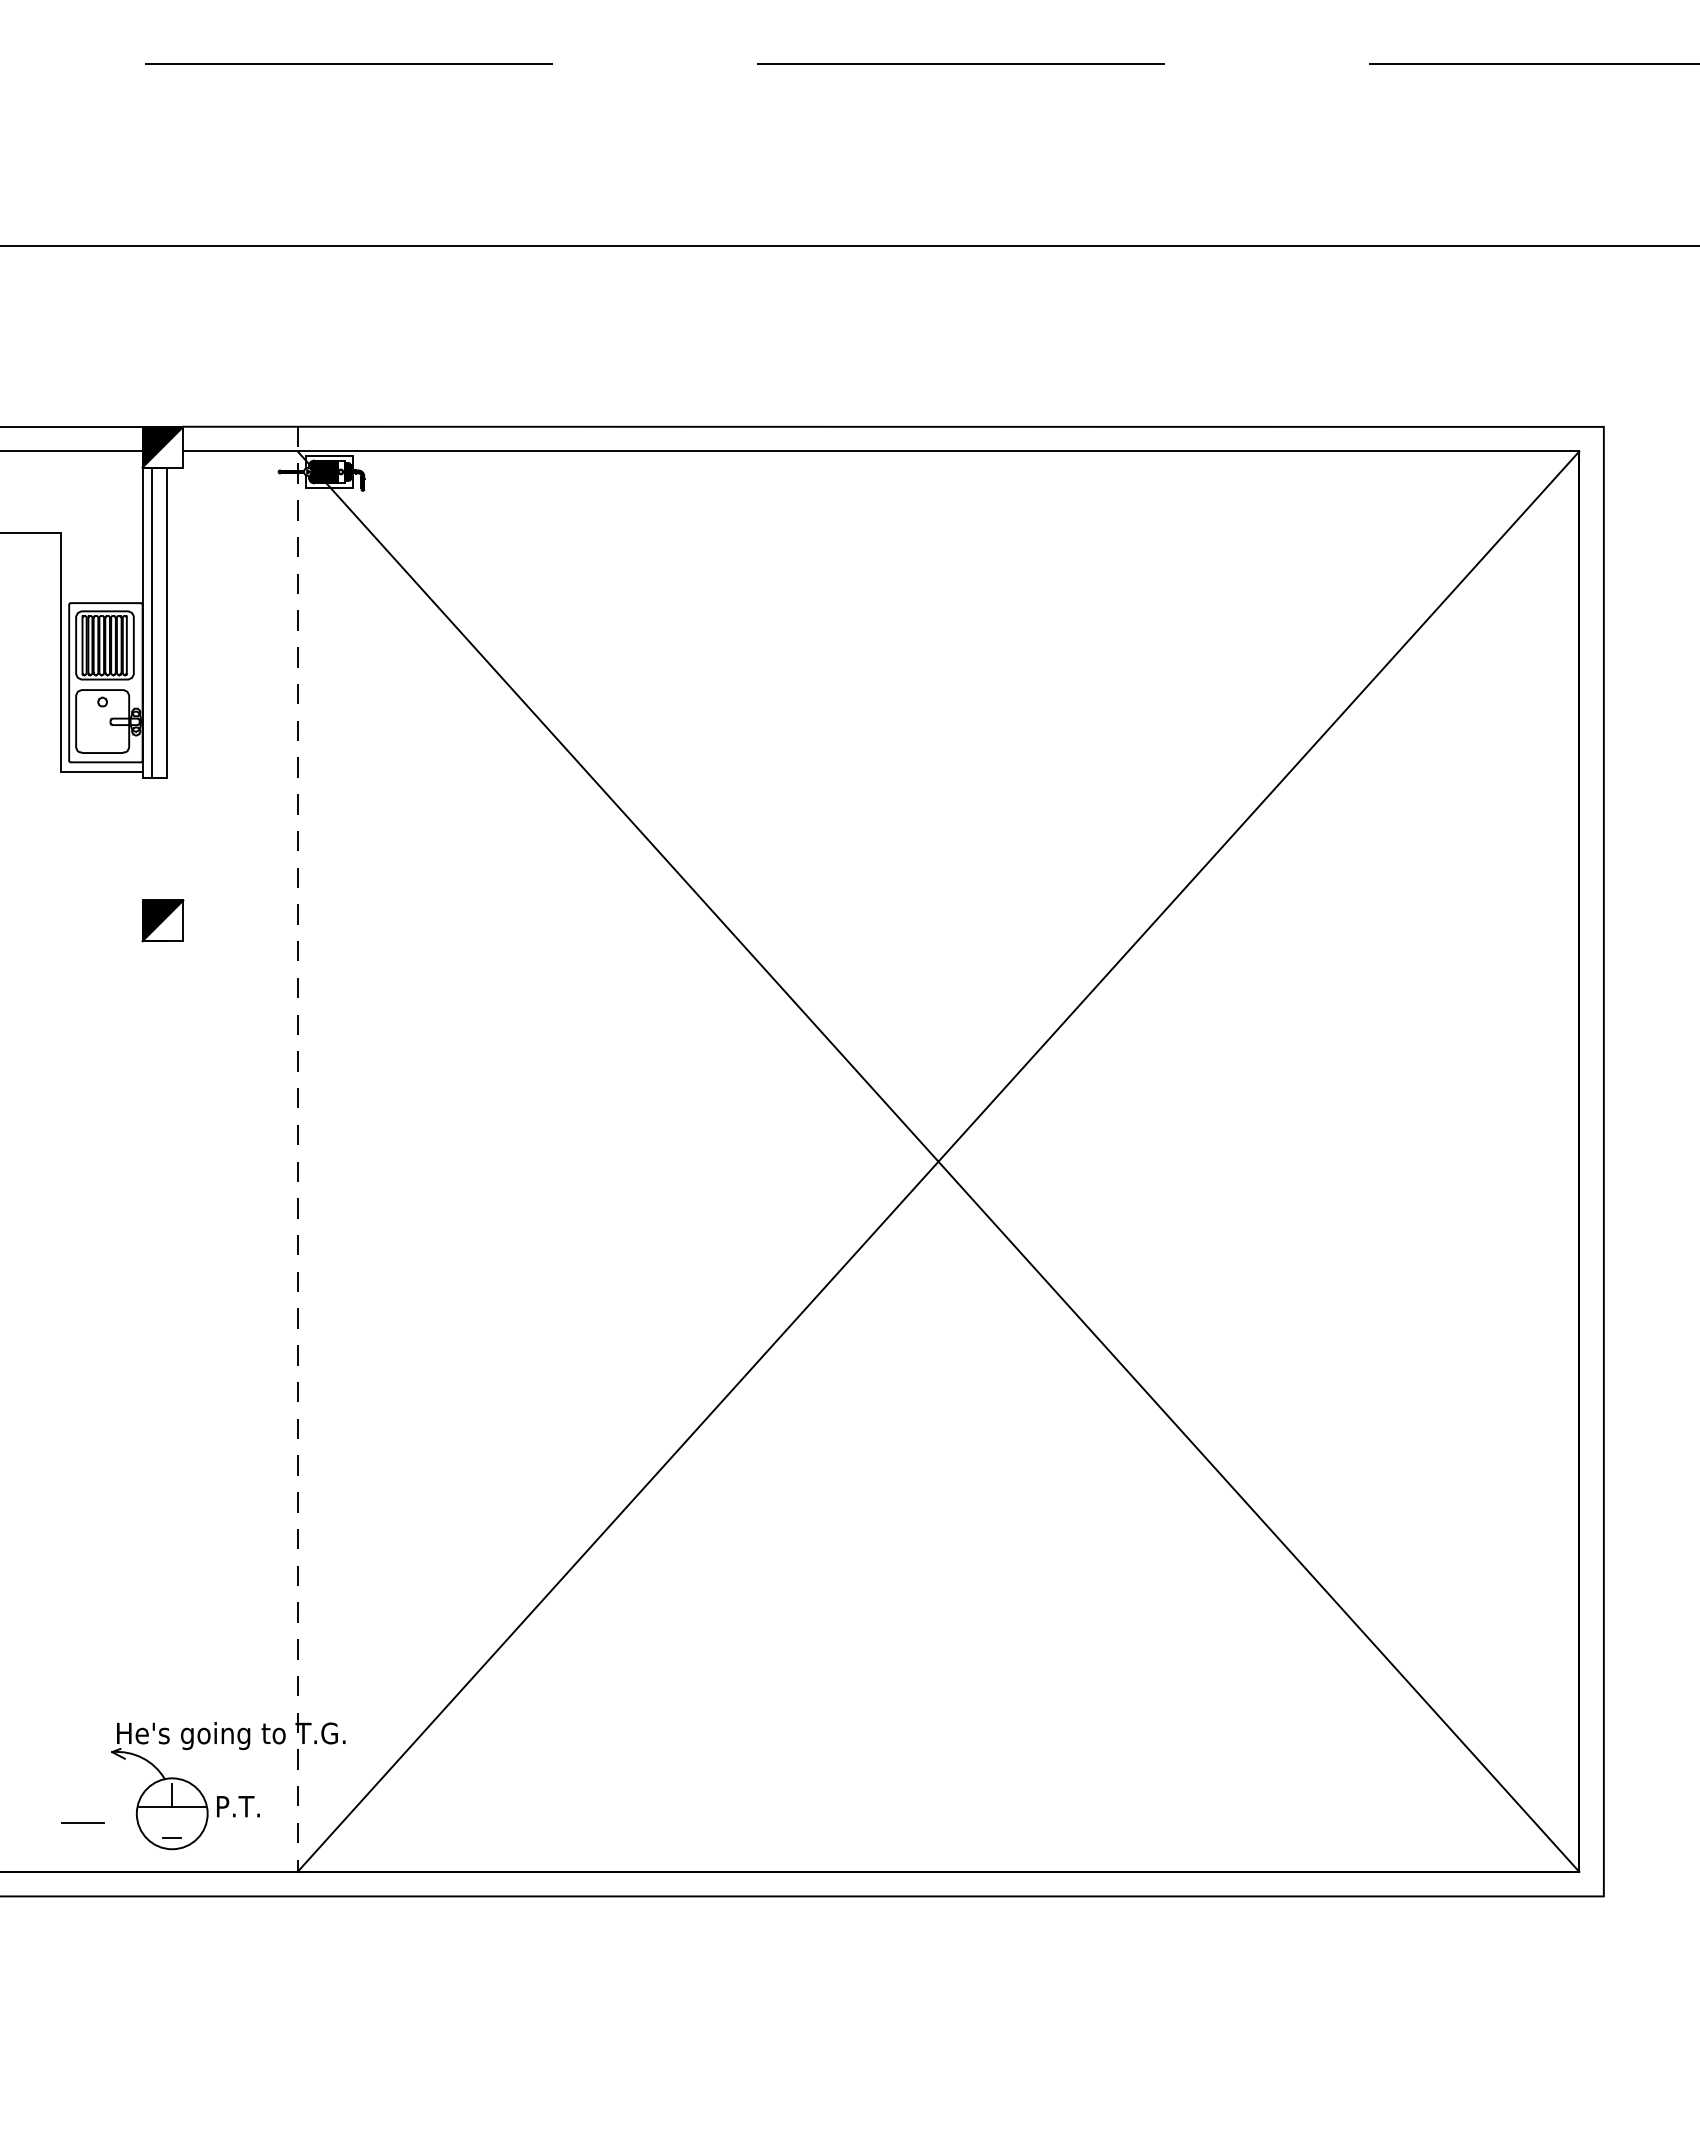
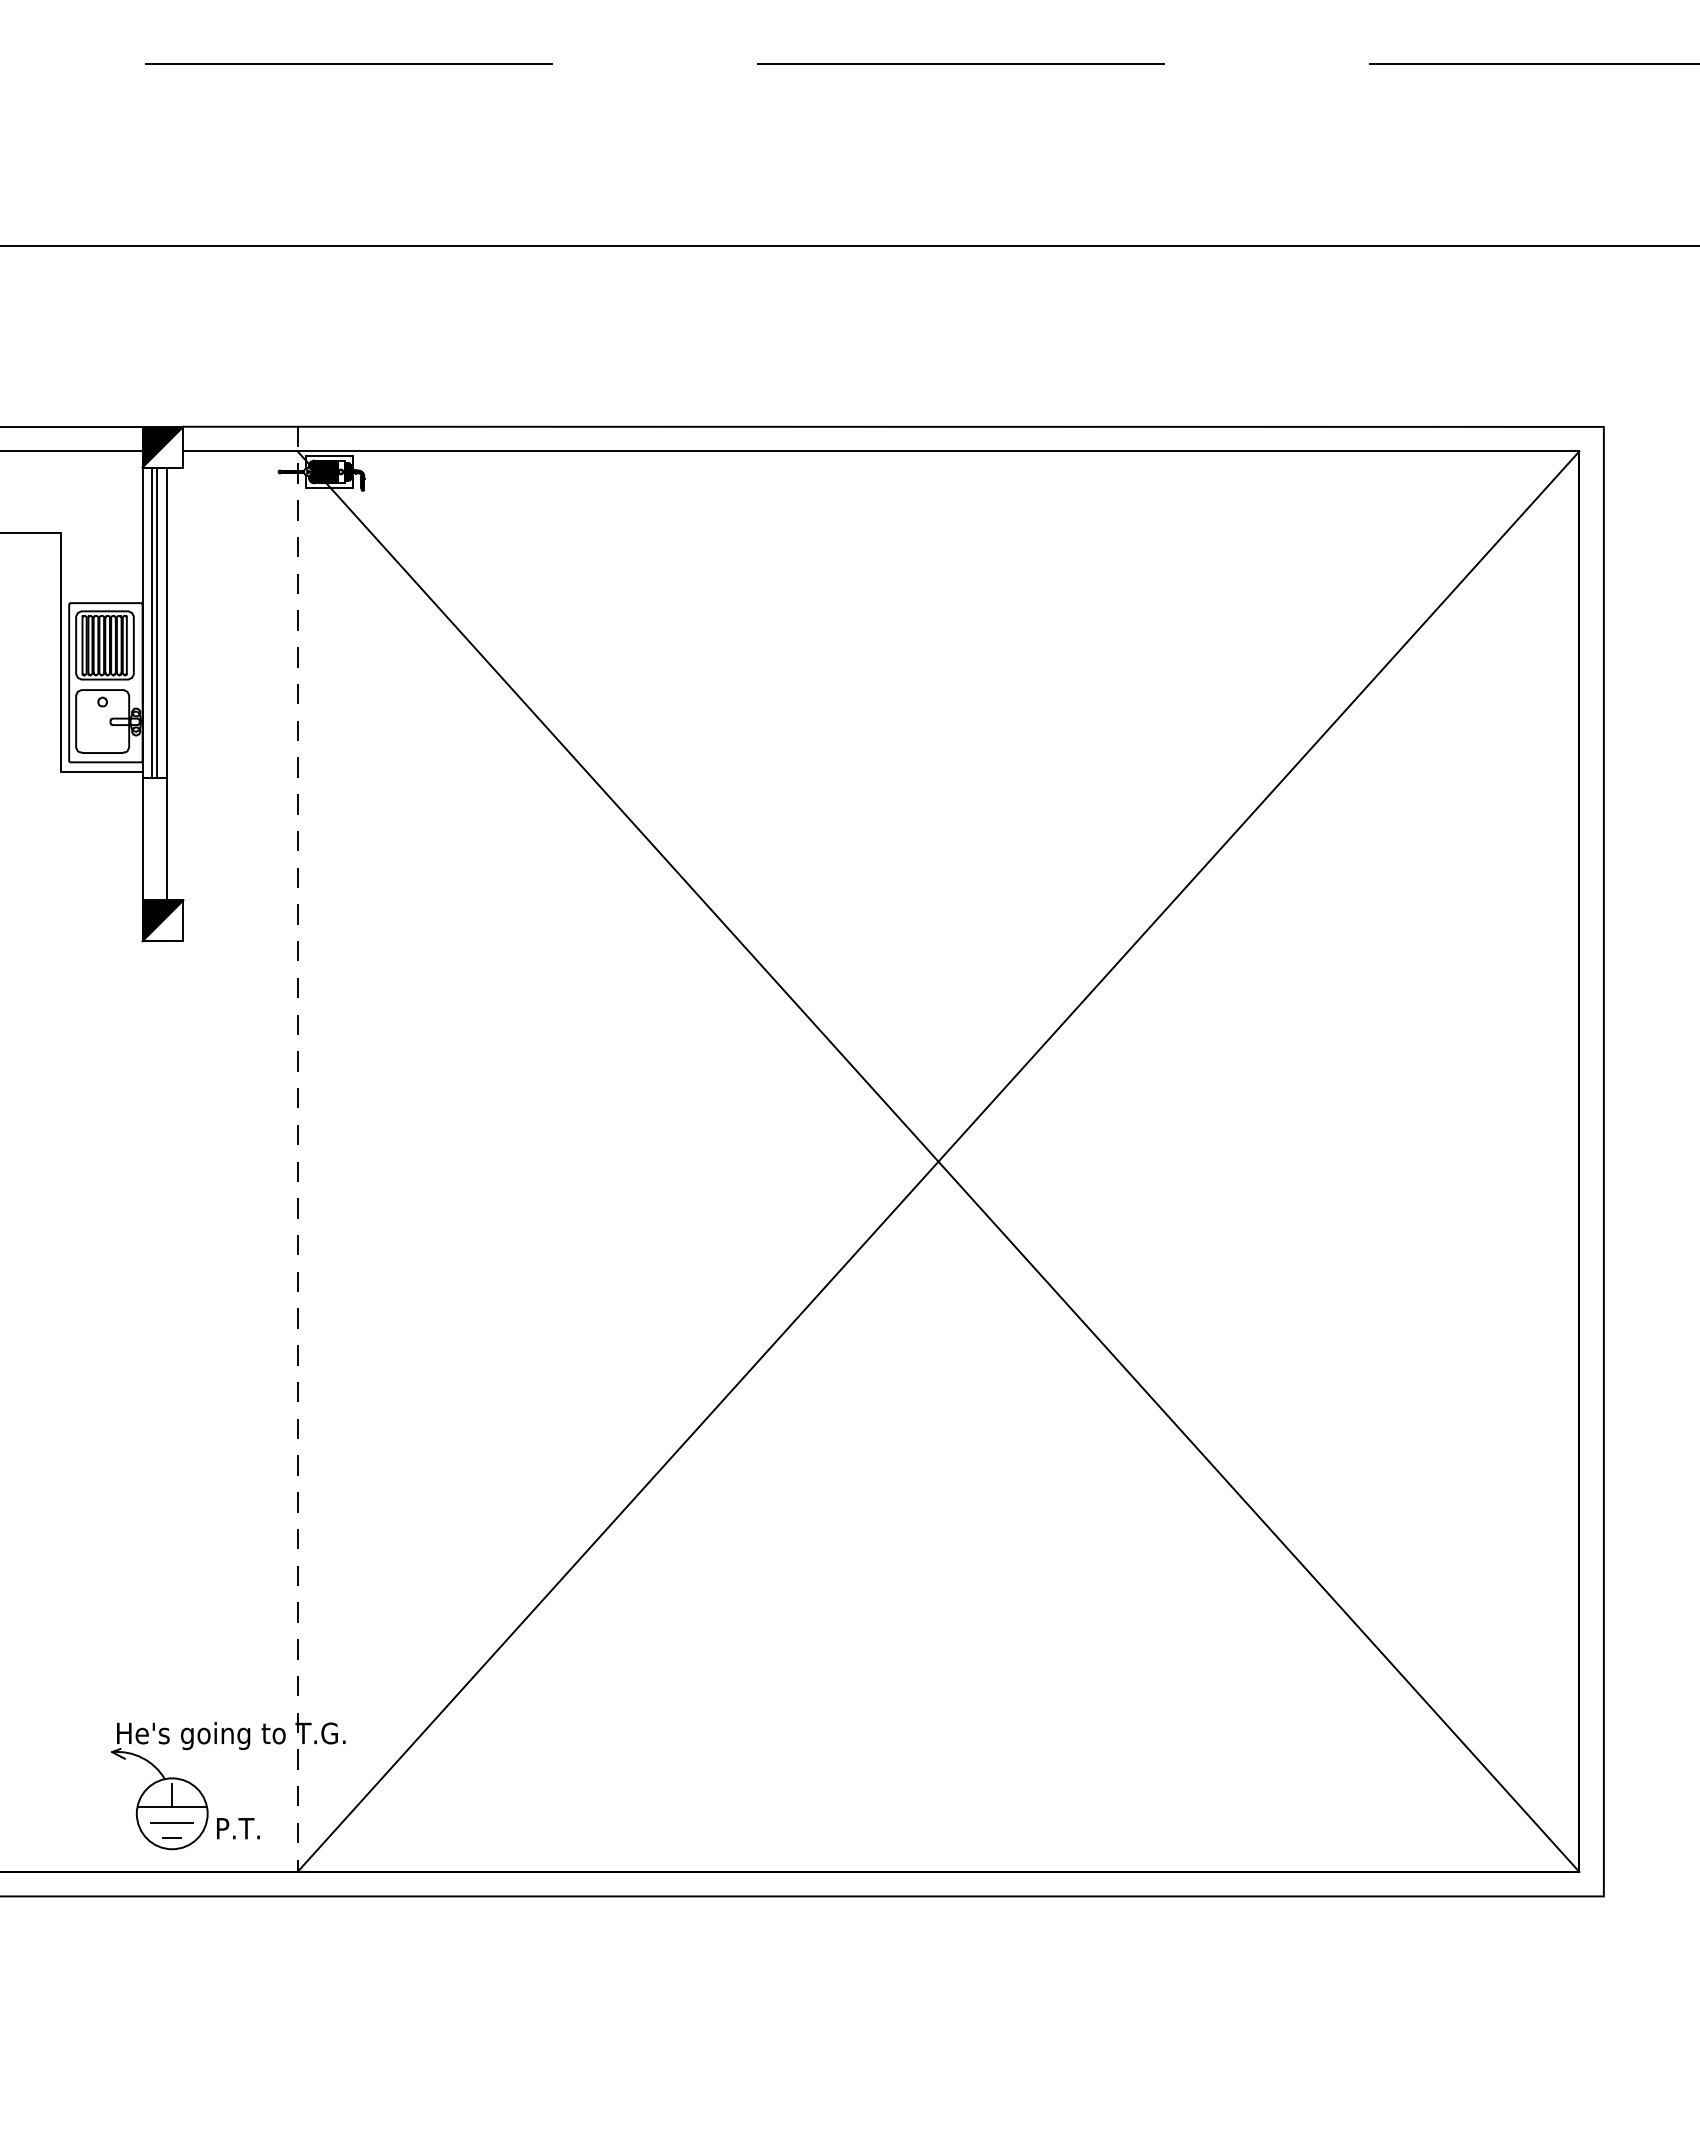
line at (157, 622): none -> present
line at (142, 838): none -> present
line at (167, 838): none -> present
text at (238, 1806) position: (238, 1806) -> (238, 1828)
line at (82, 1822) position: (82, 1822) -> (171, 1822)
